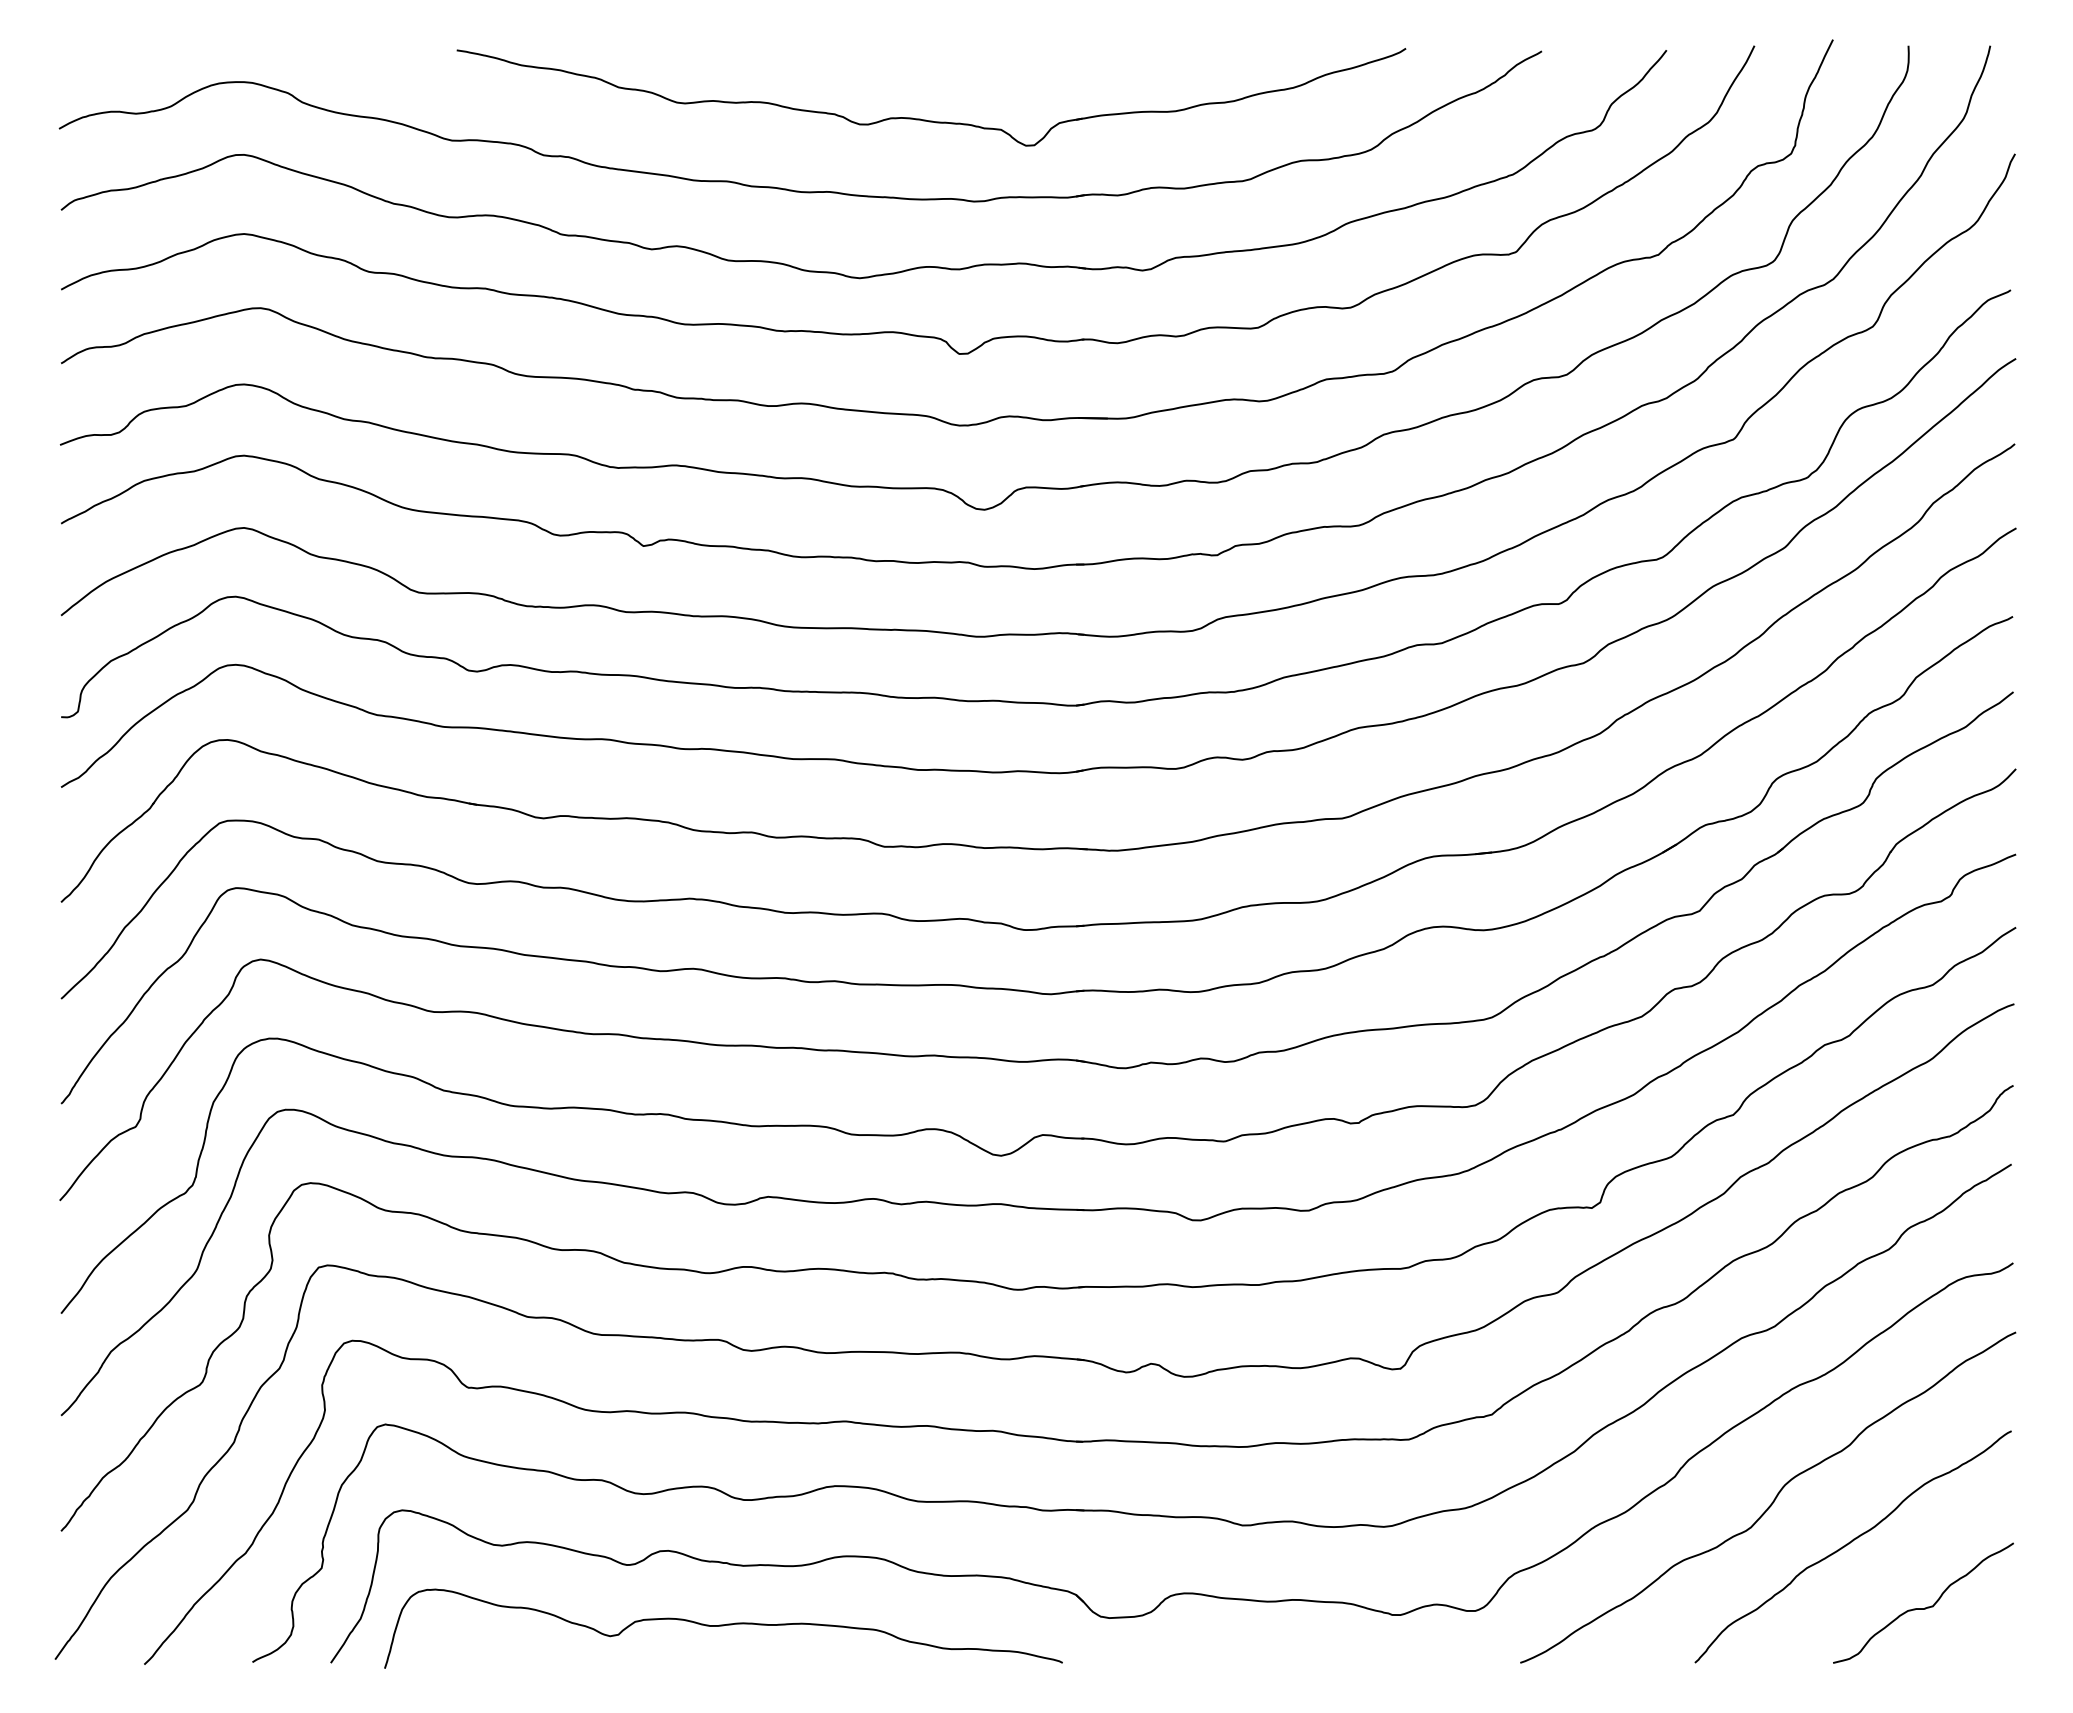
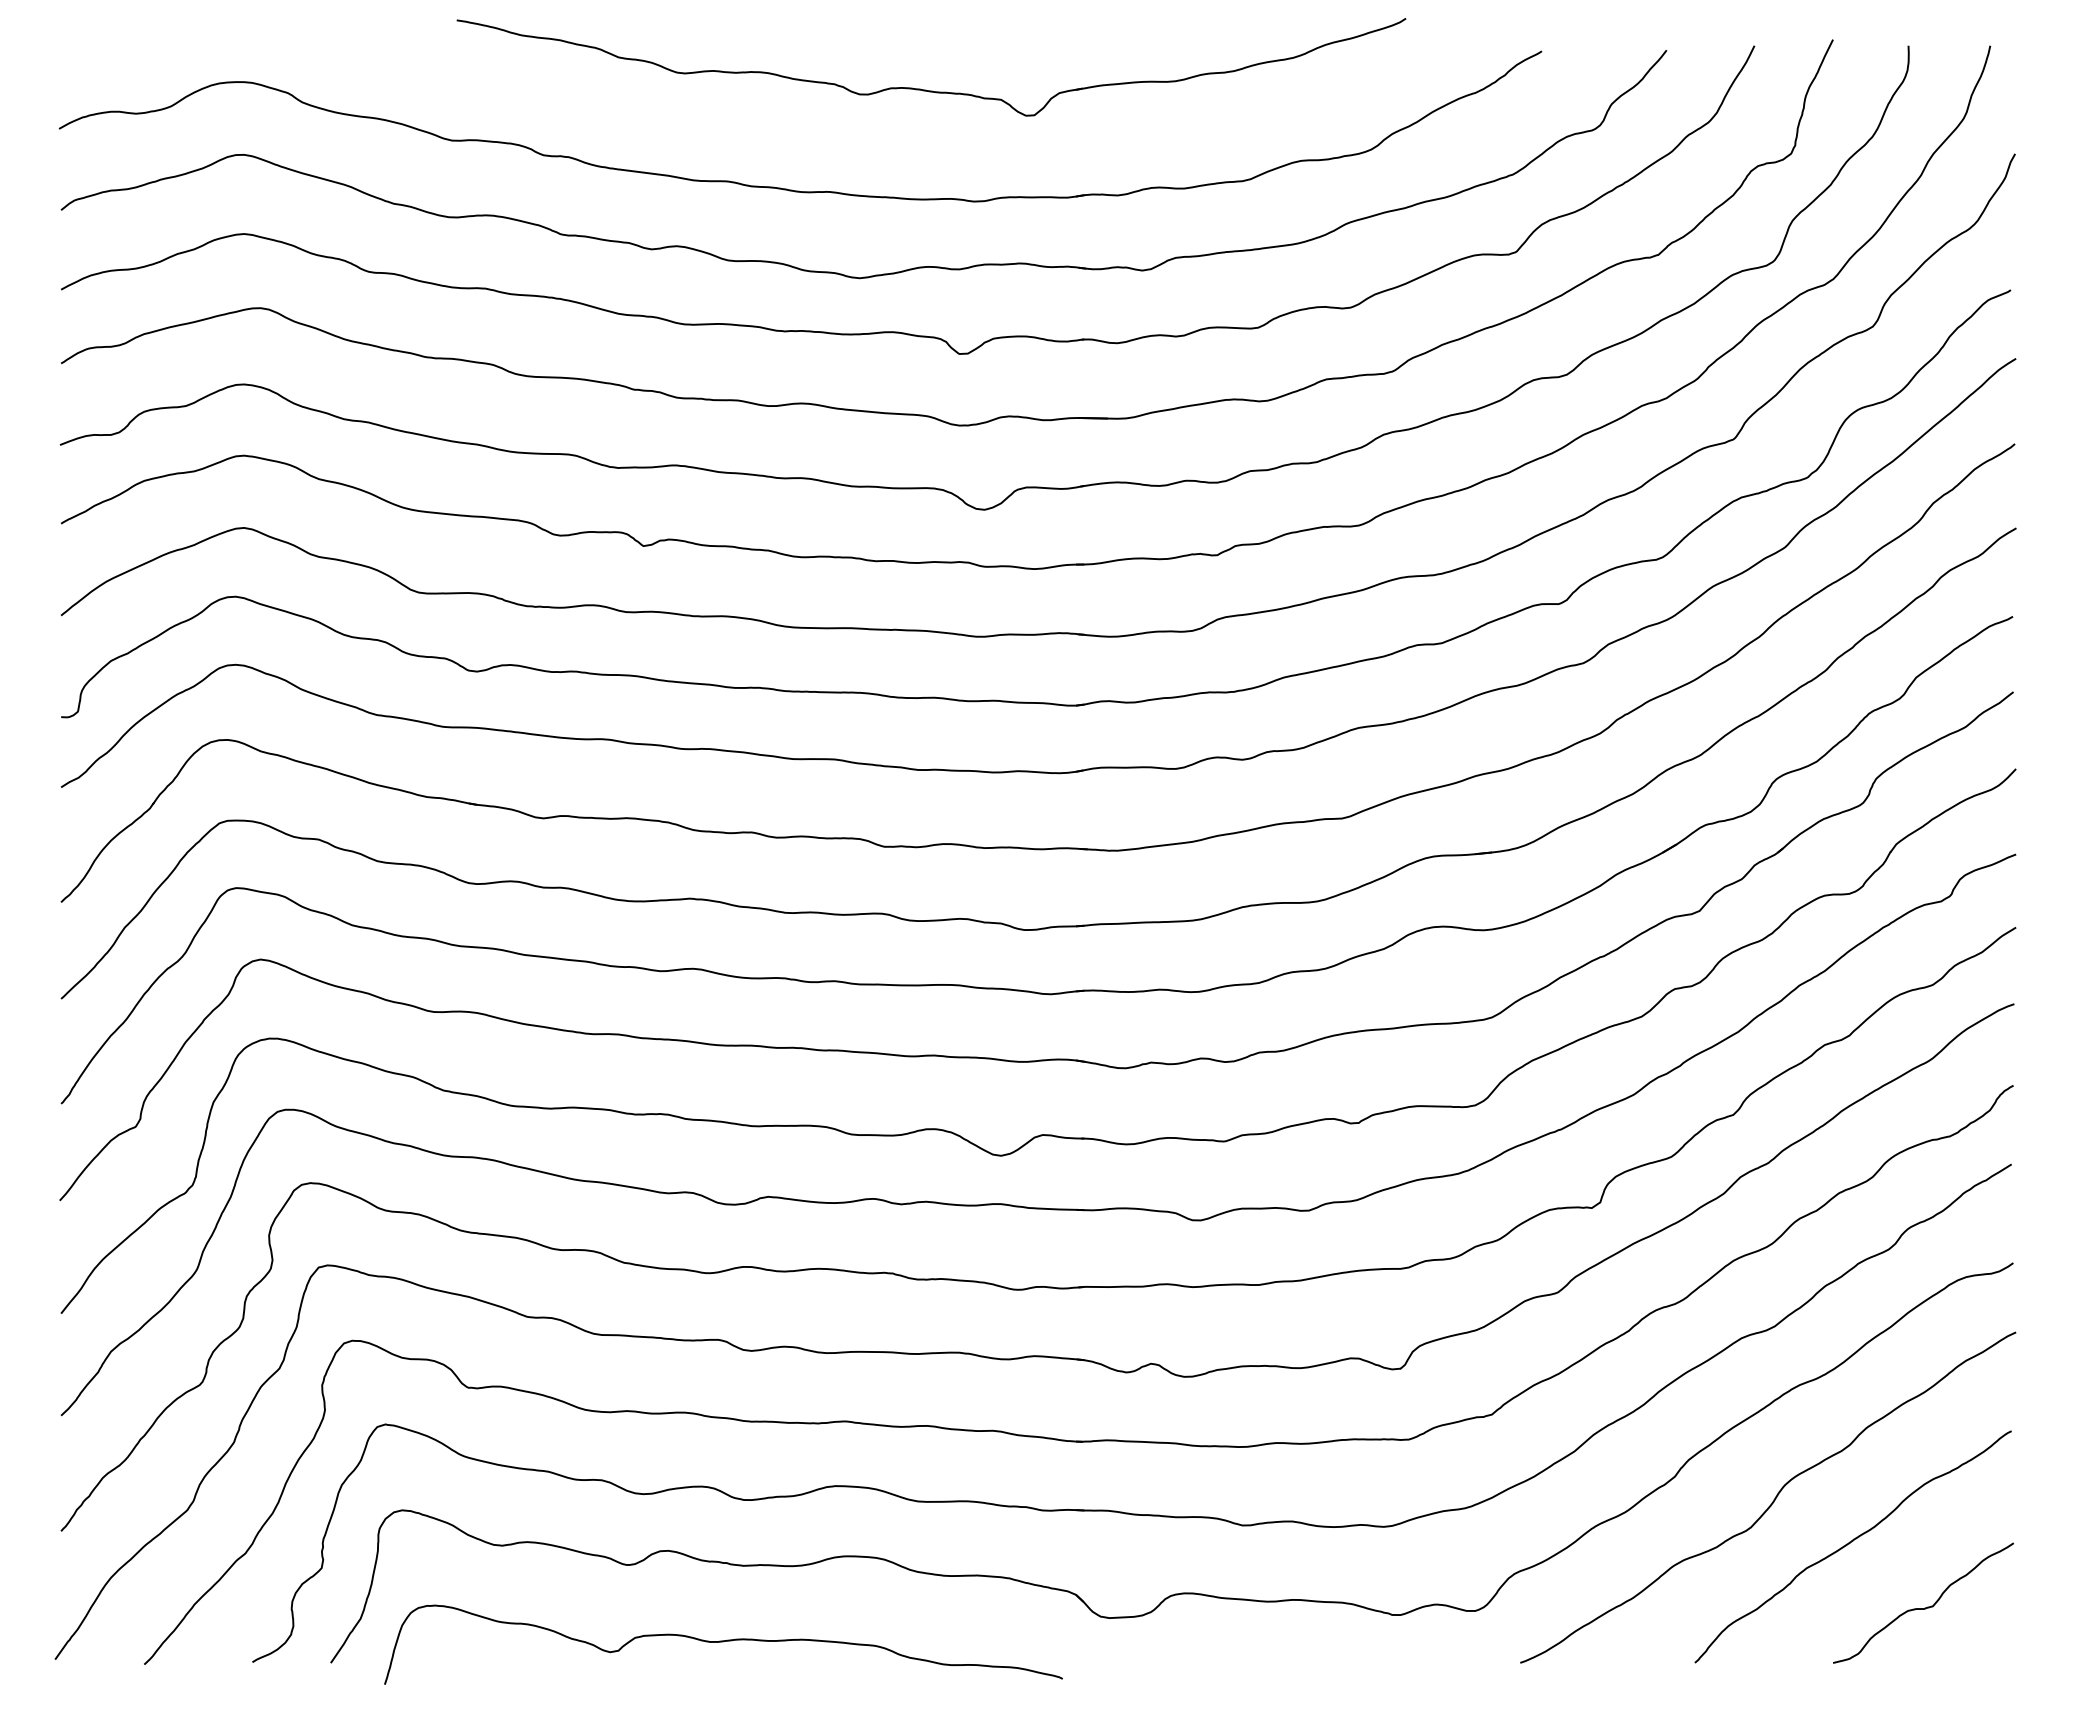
part at (926, 119) position: (926, 119) -> (926, 89)
curve at (723, 1626) position: (723, 1626) -> (723, 1642)
